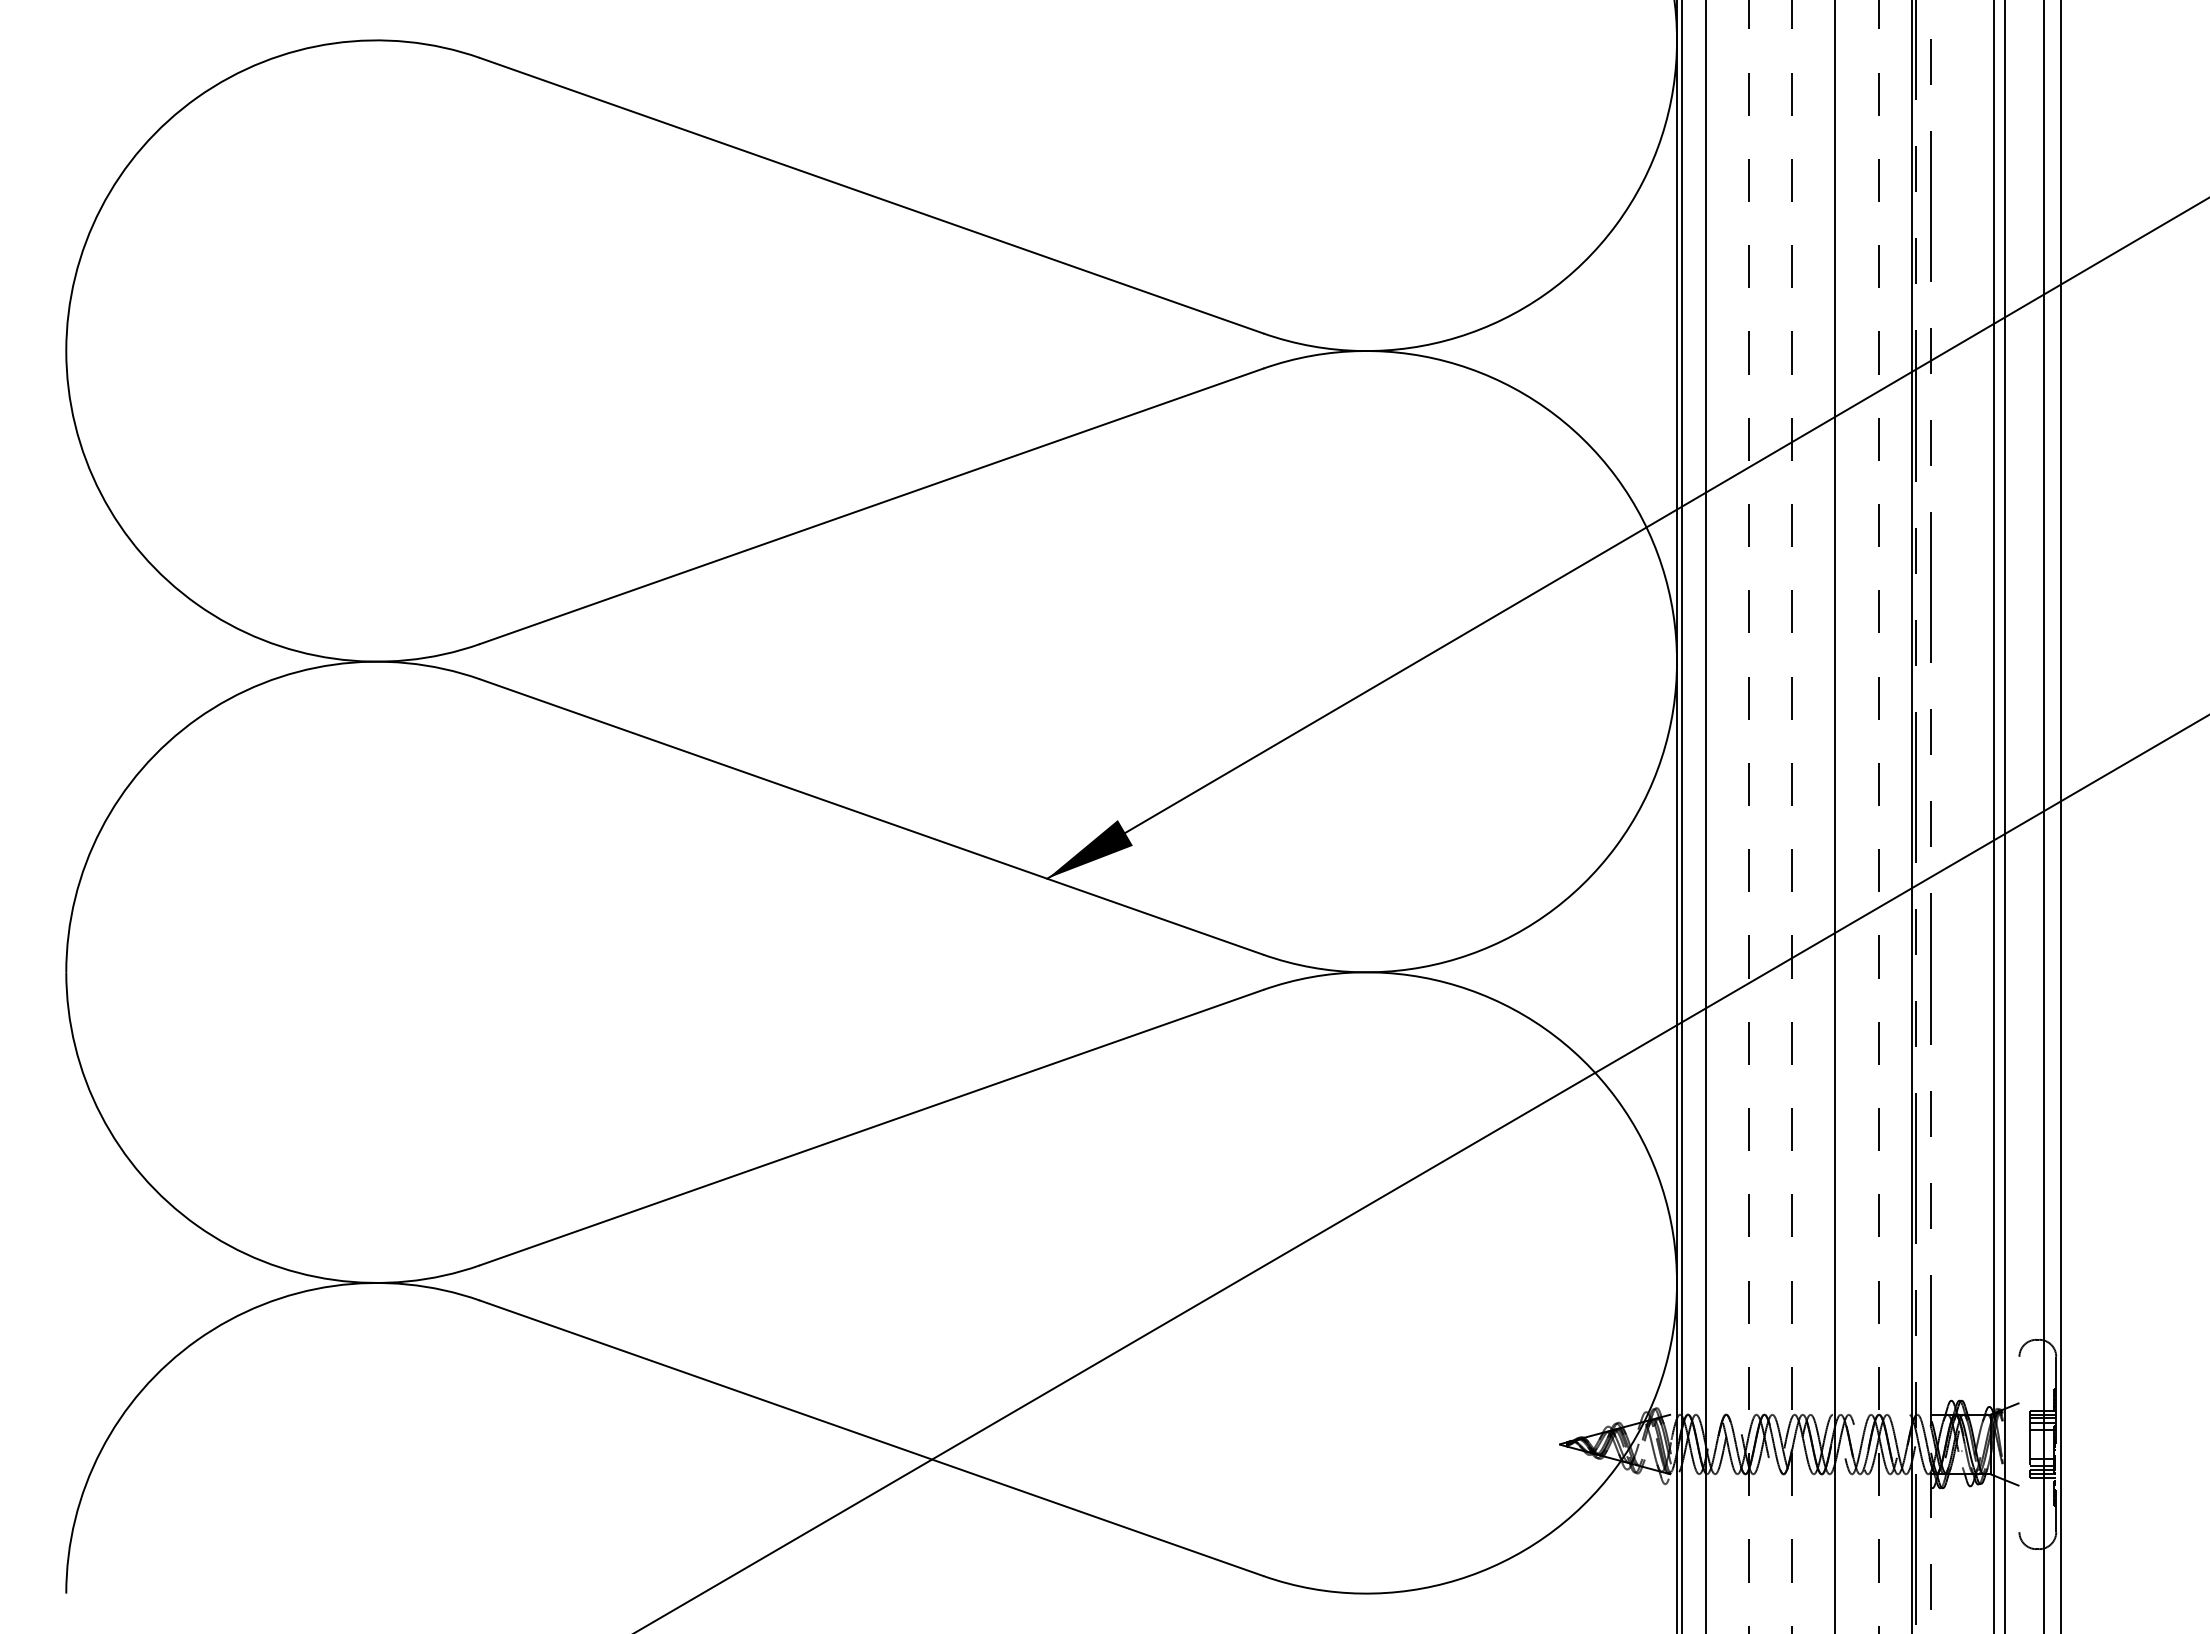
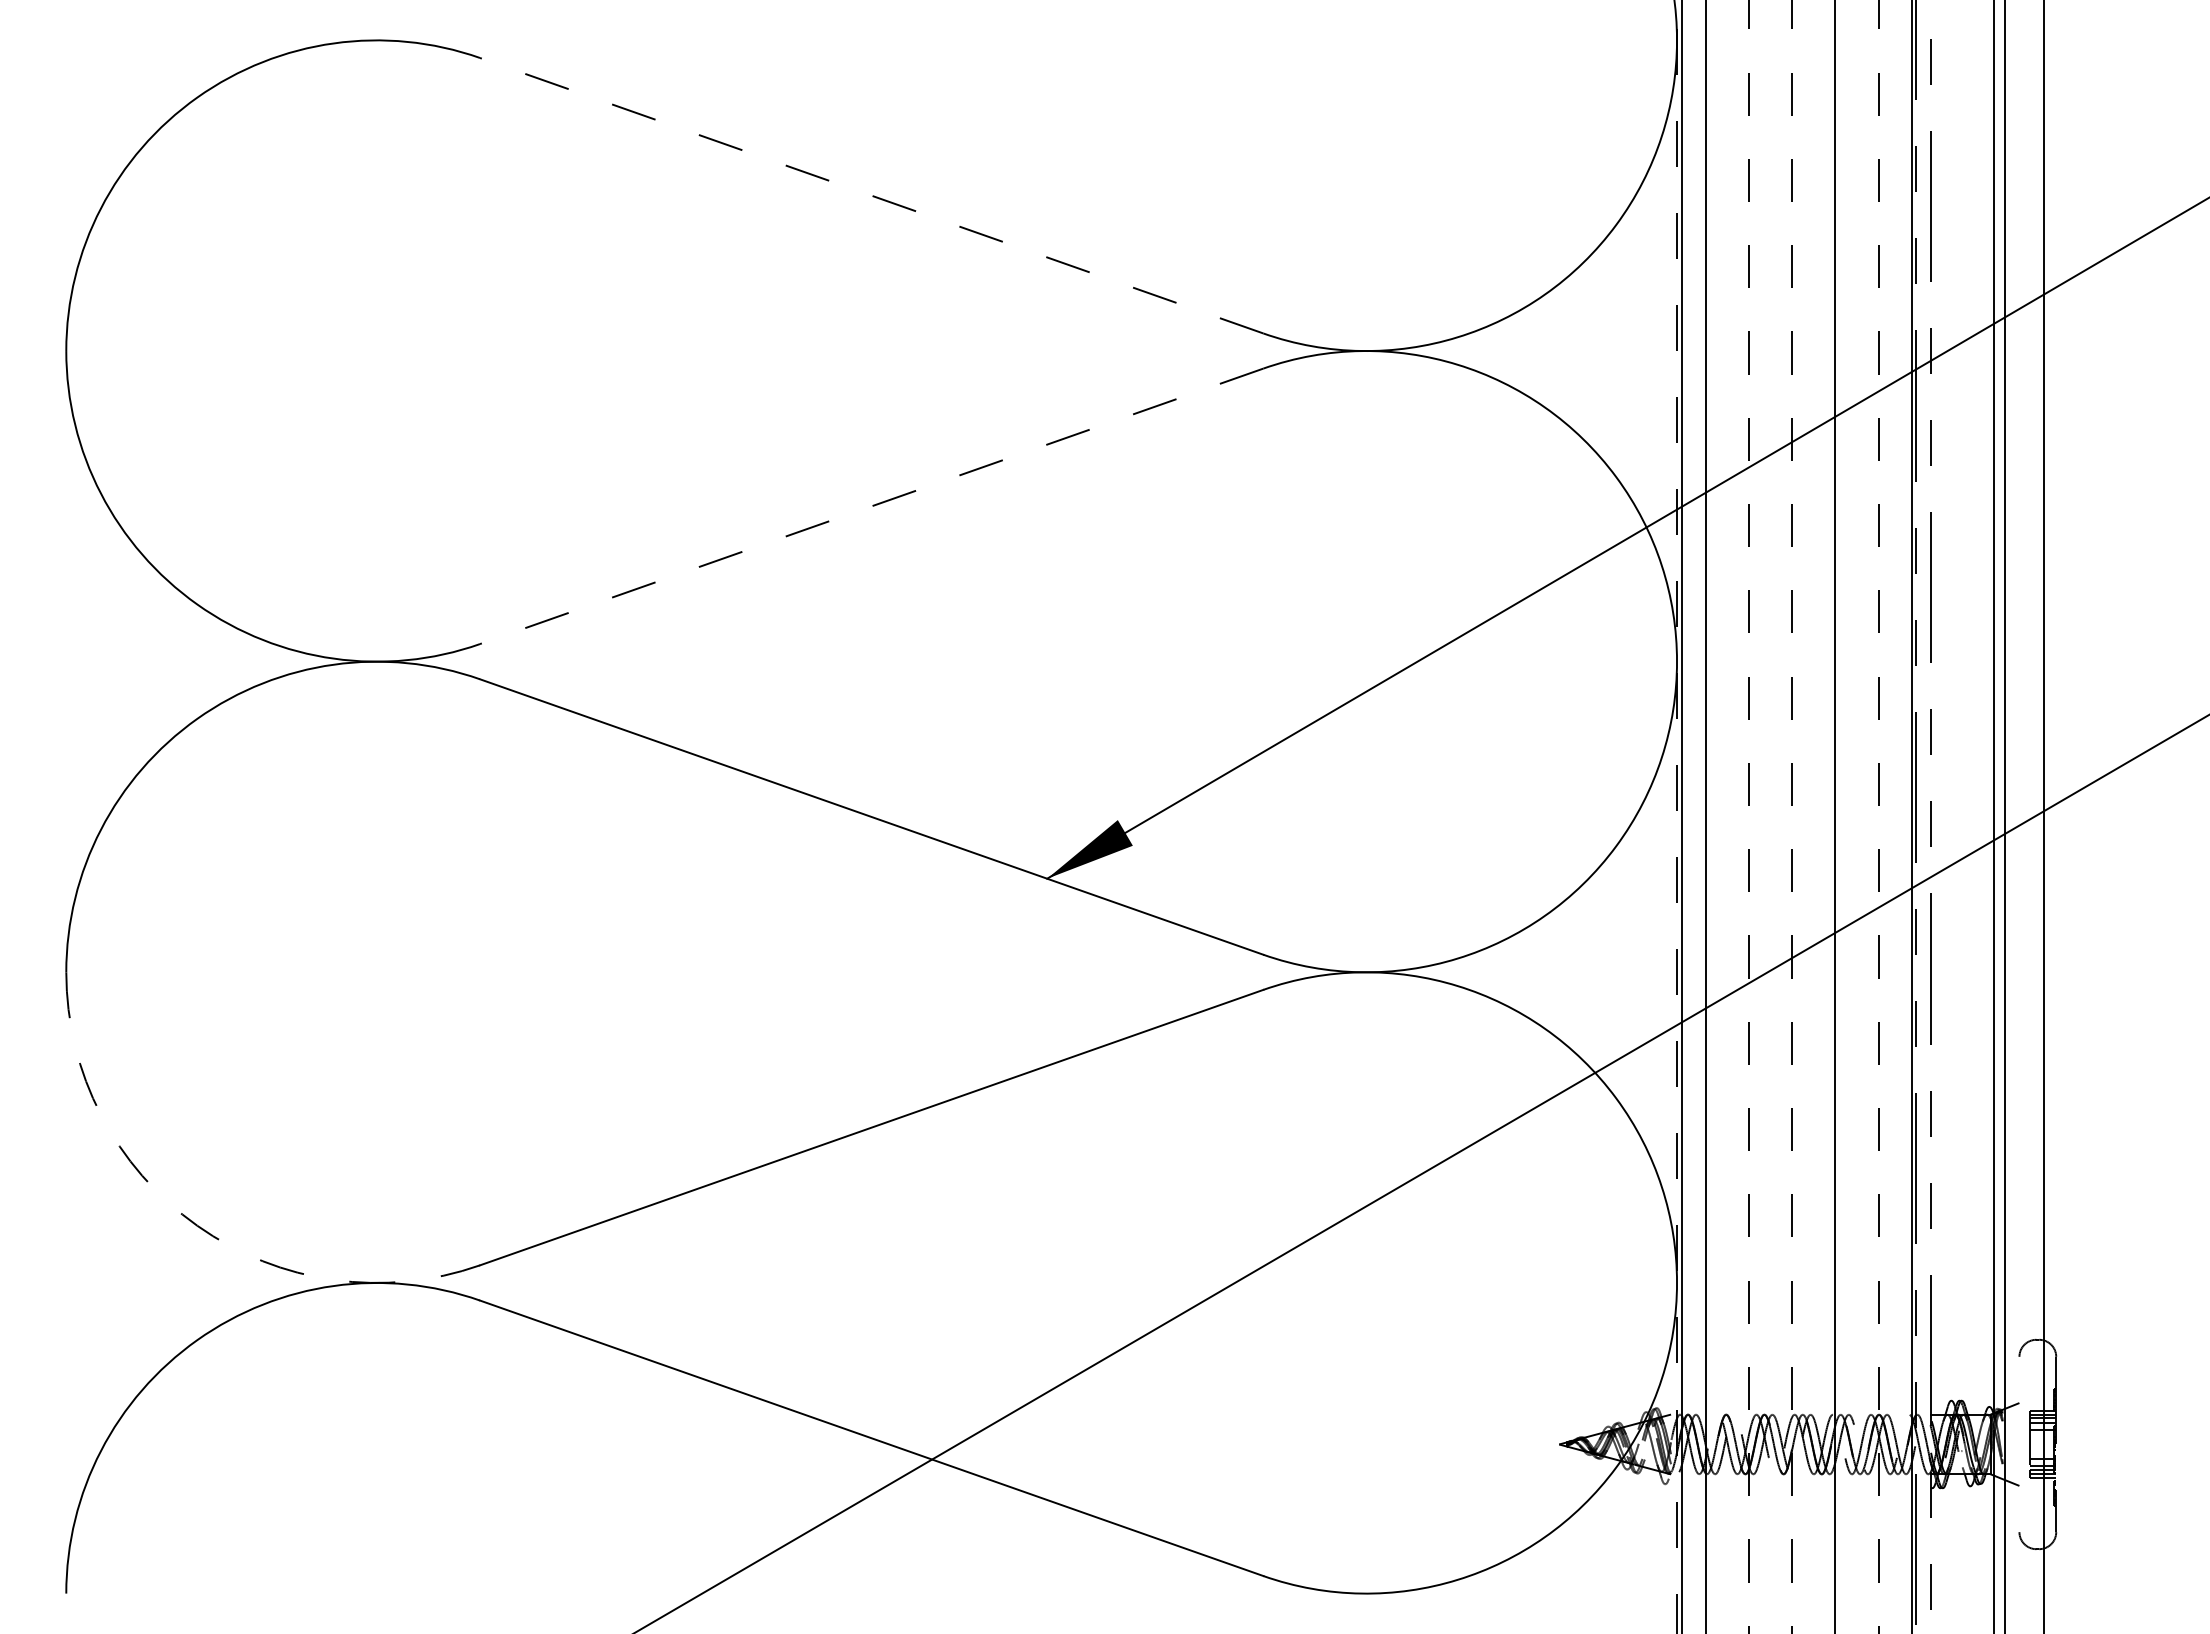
line at (871, 195): solid -> dashed
line at (871, 506): solid -> dashed
line at (2060, 816): present -> none
line at (1677, 817): solid -> dashed
arc at (197, 1225): solid -> dashed
